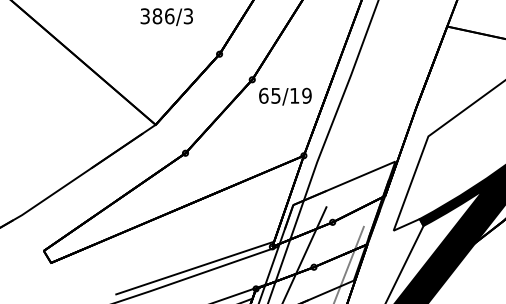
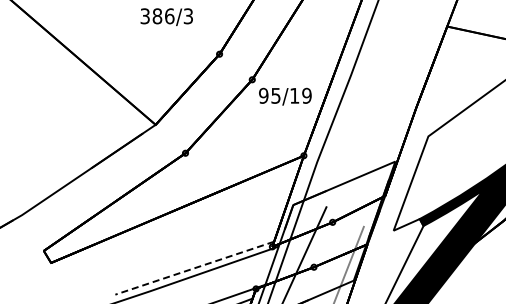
text at (263, 95): 65/19 -> 95/19
line at (194, 268): solid -> dashed
